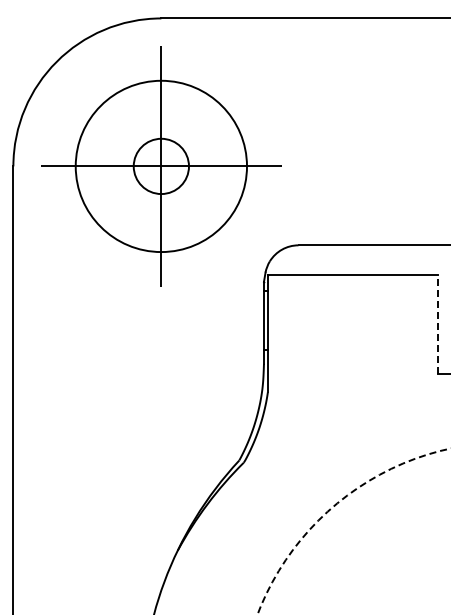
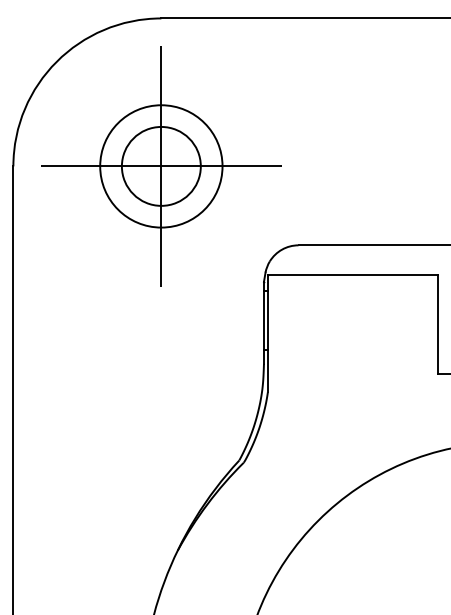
circle at (160, 166) diameter: 55 px -> 79 px
circle at (161, 166) diameter: 171 px -> 122 px
line at (437, 323): dashed -> solid
circle at (353, 531): dashed -> solid
